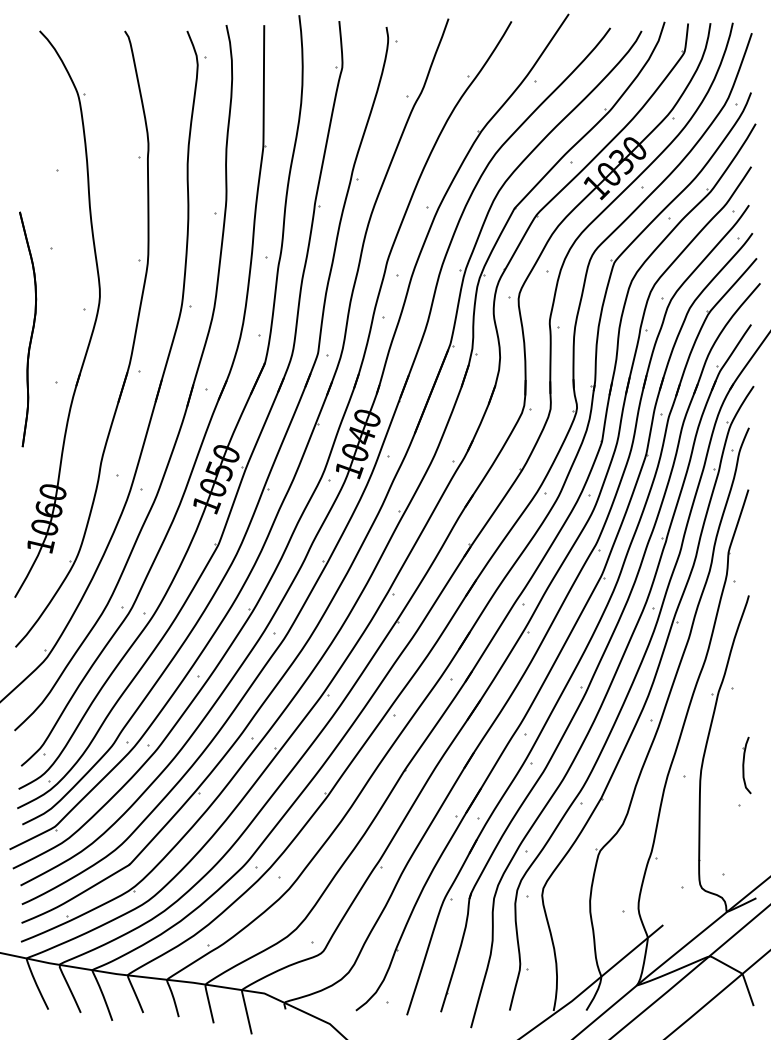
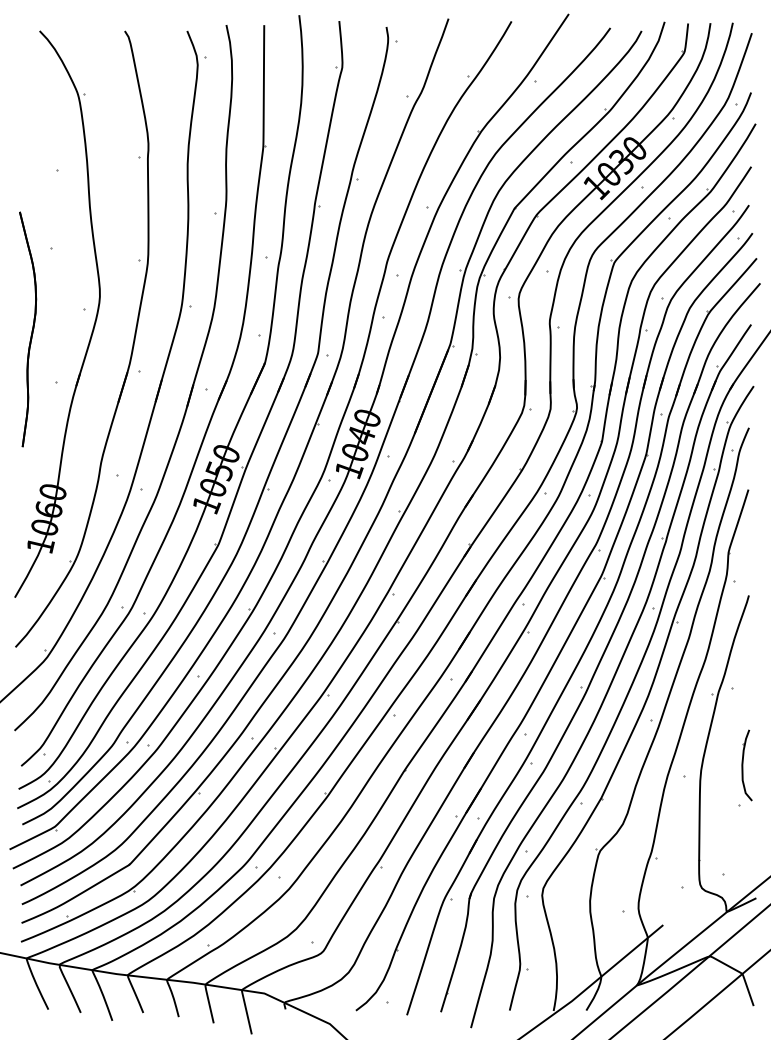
part at (746, 765) size: 10x59 px -> 12x73 px
